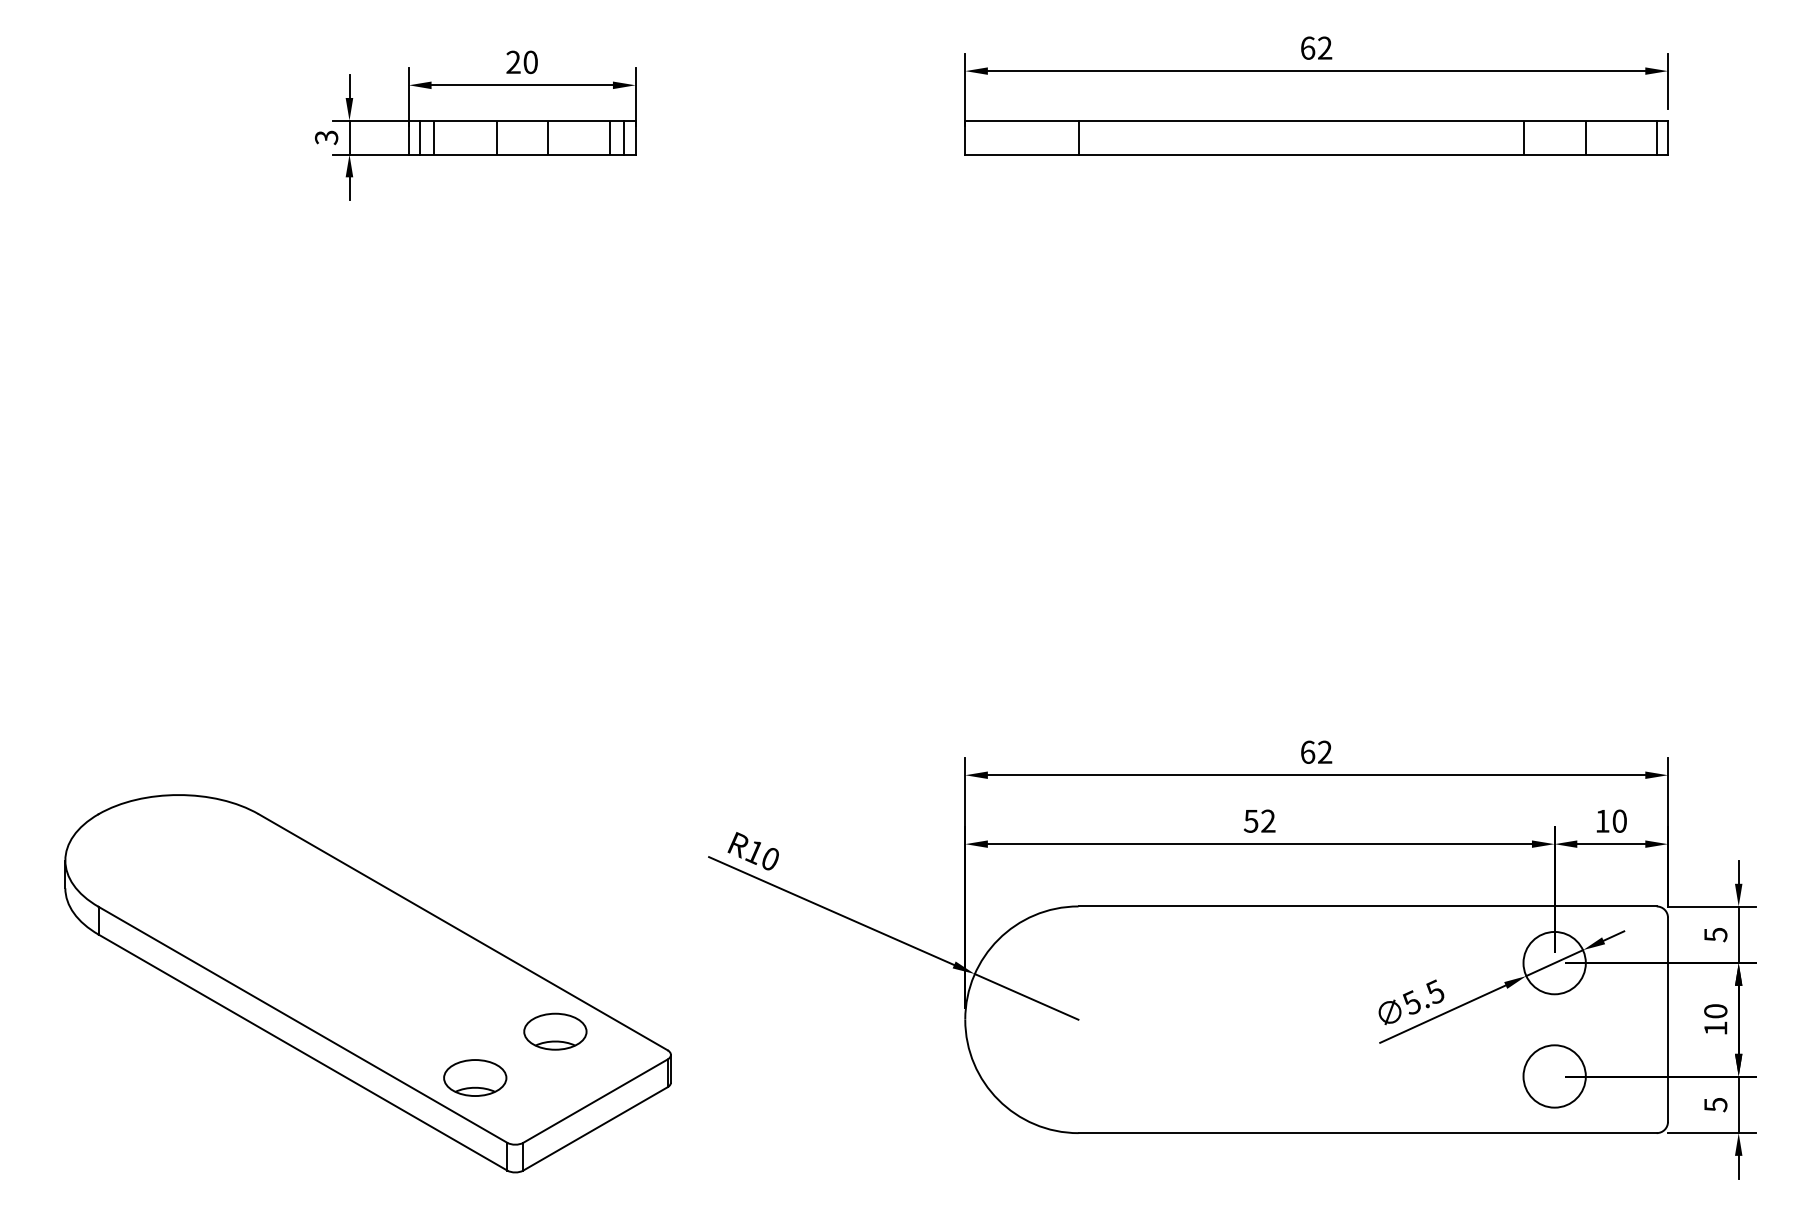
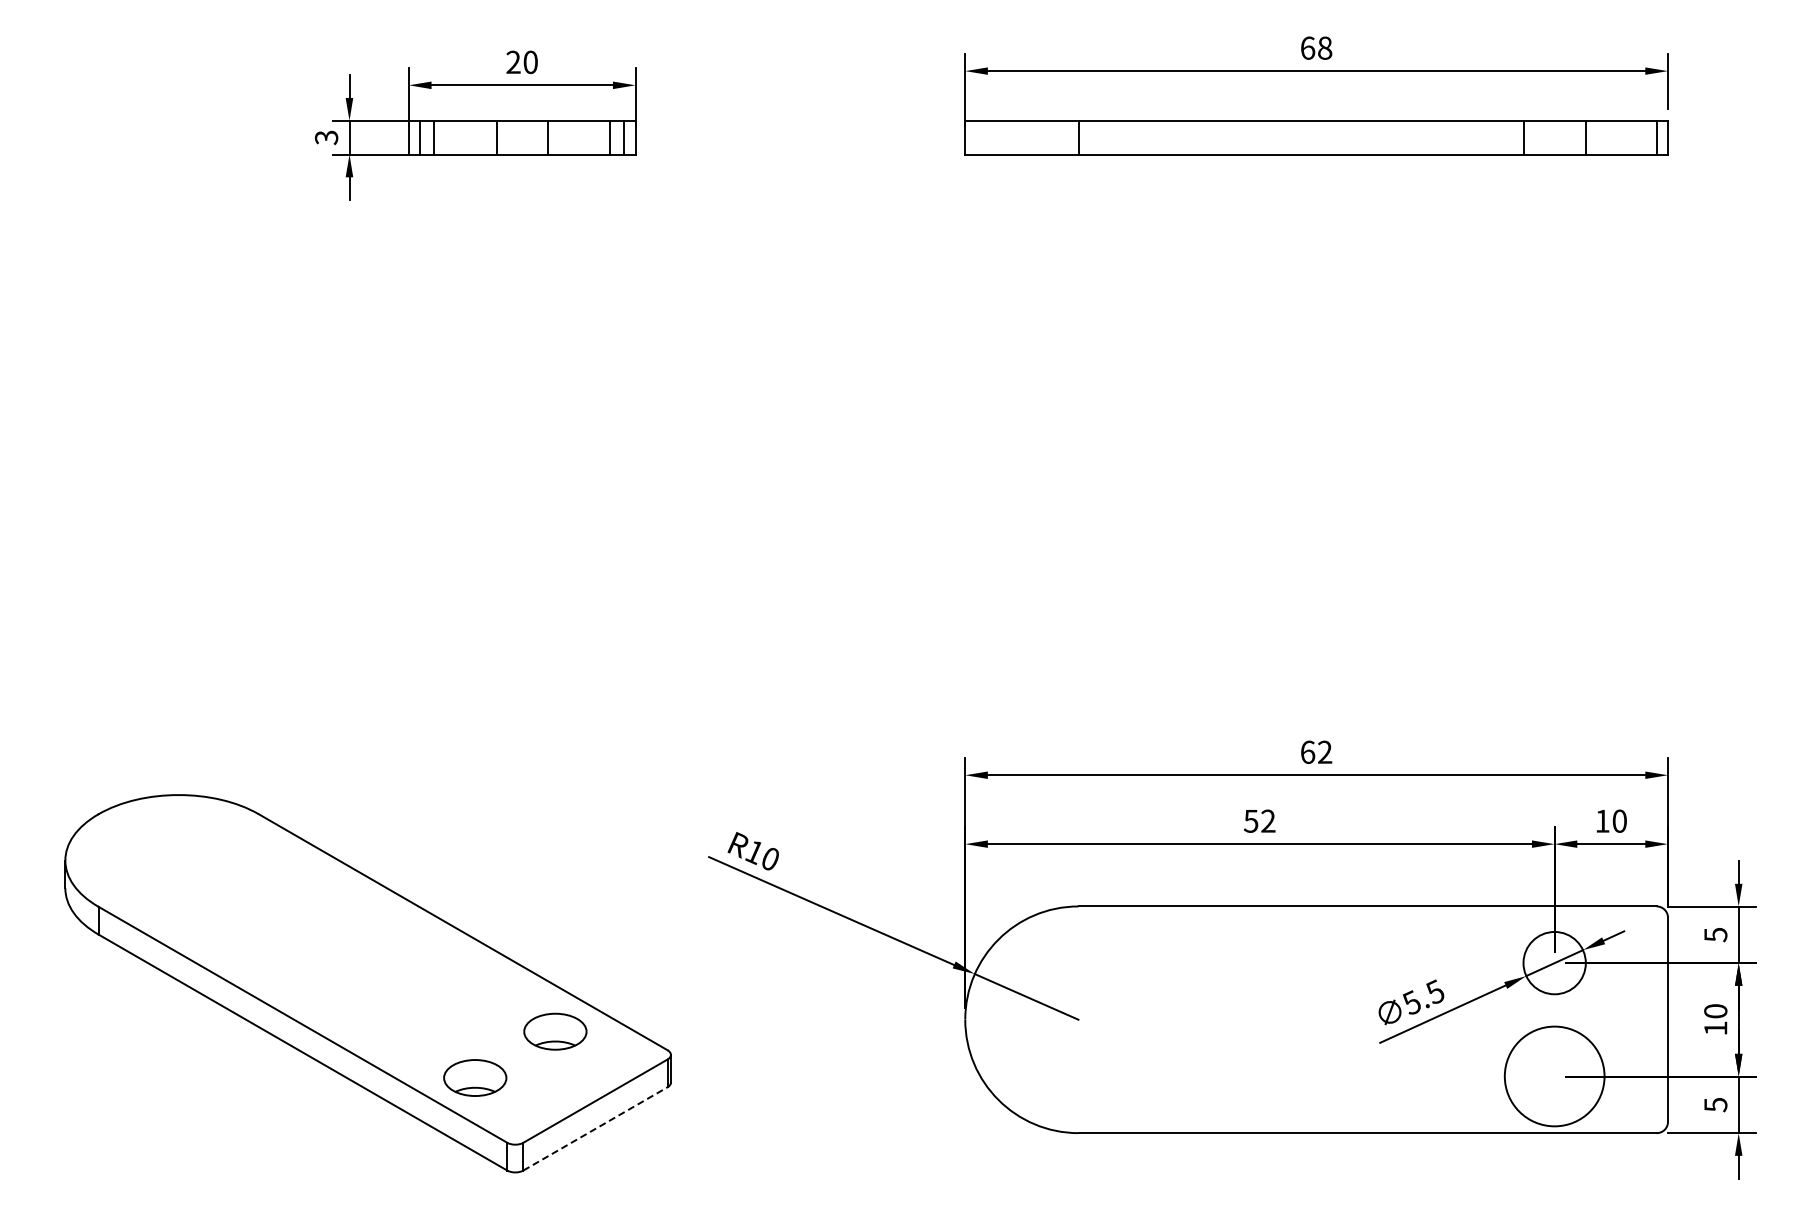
text at (1325, 47): 62 -> 68
circle at (1554, 1076) diameter: 62 px -> 100 px
line at (595, 1128): solid -> dashed
